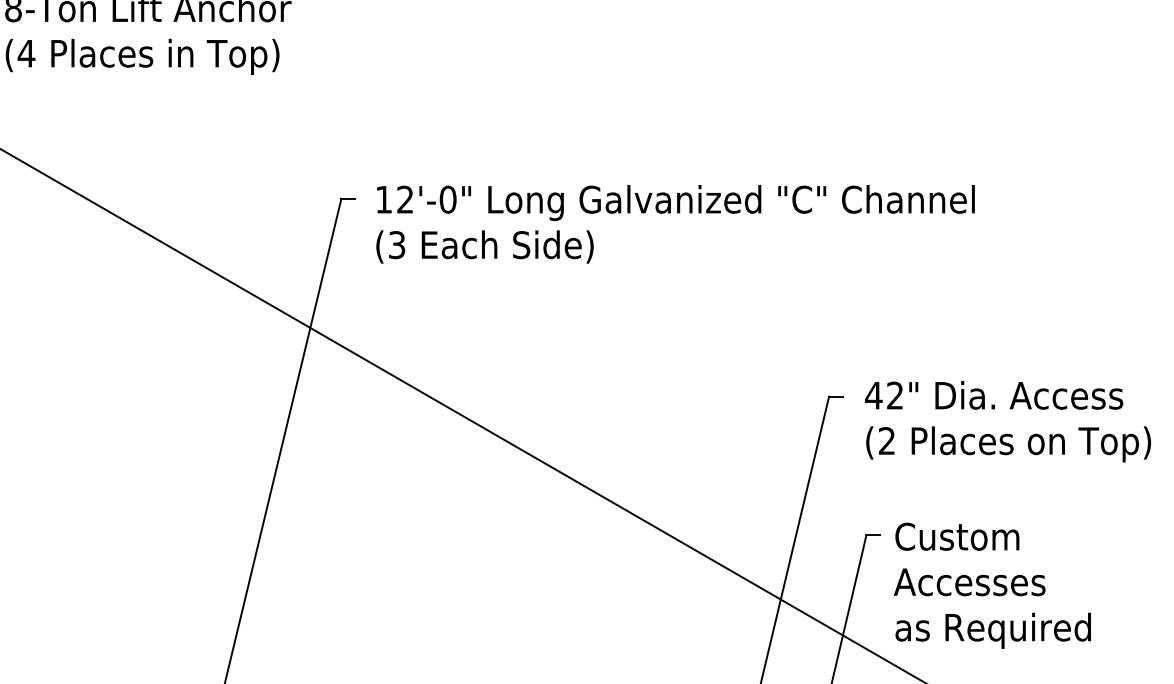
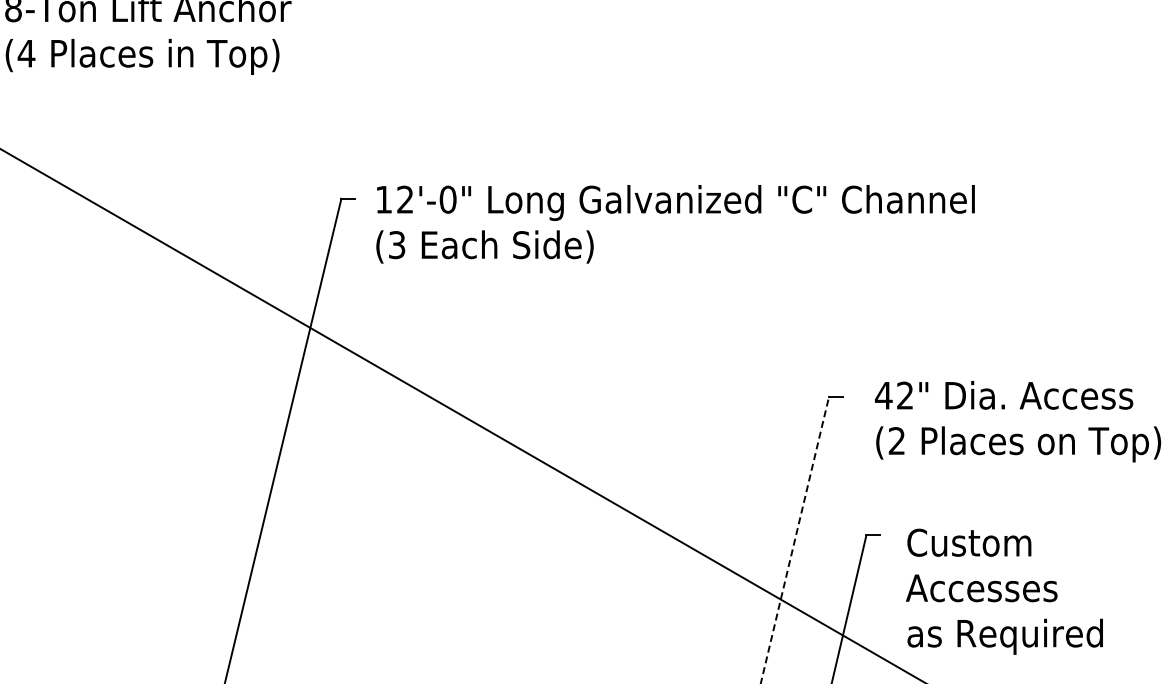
text at (1008, 421) position: (1008, 421) -> (1018, 421)
line at (795, 539): solid -> dashed
text at (992, 585) position: (992, 585) -> (1004, 591)
